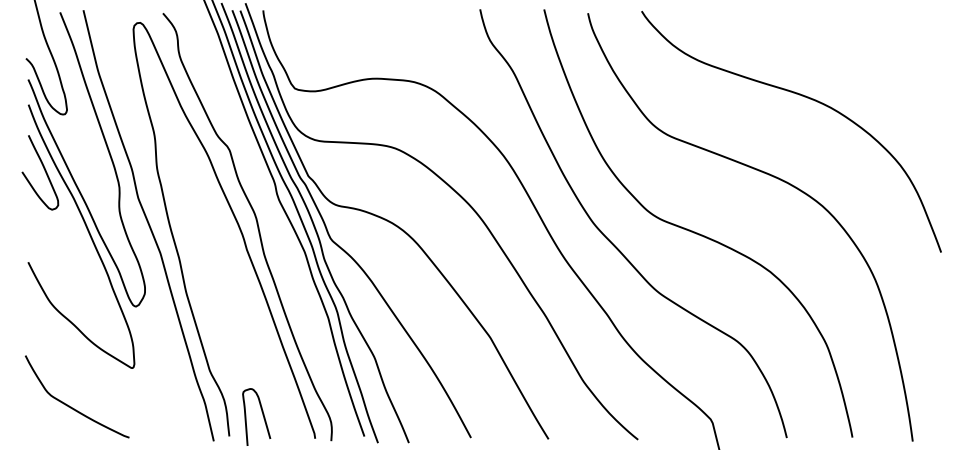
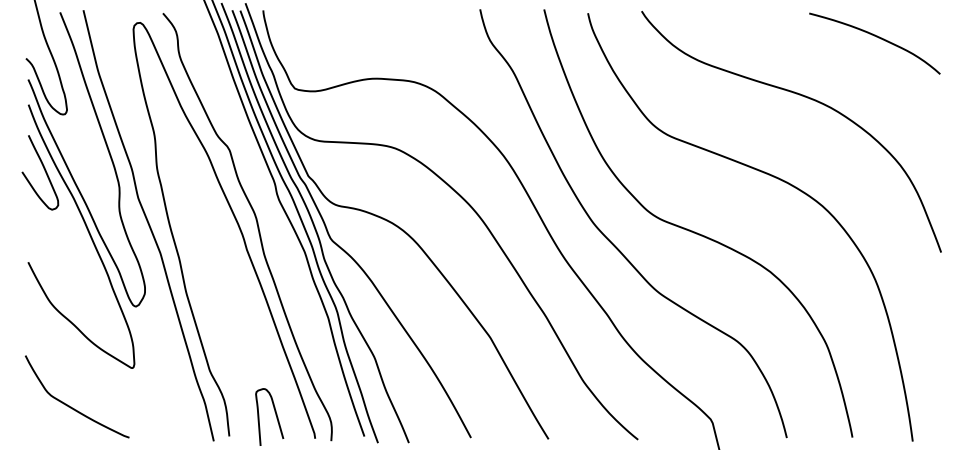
curve at (876, 37): none -> present
curve at (262, 415) position: (262, 415) -> (275, 415)
